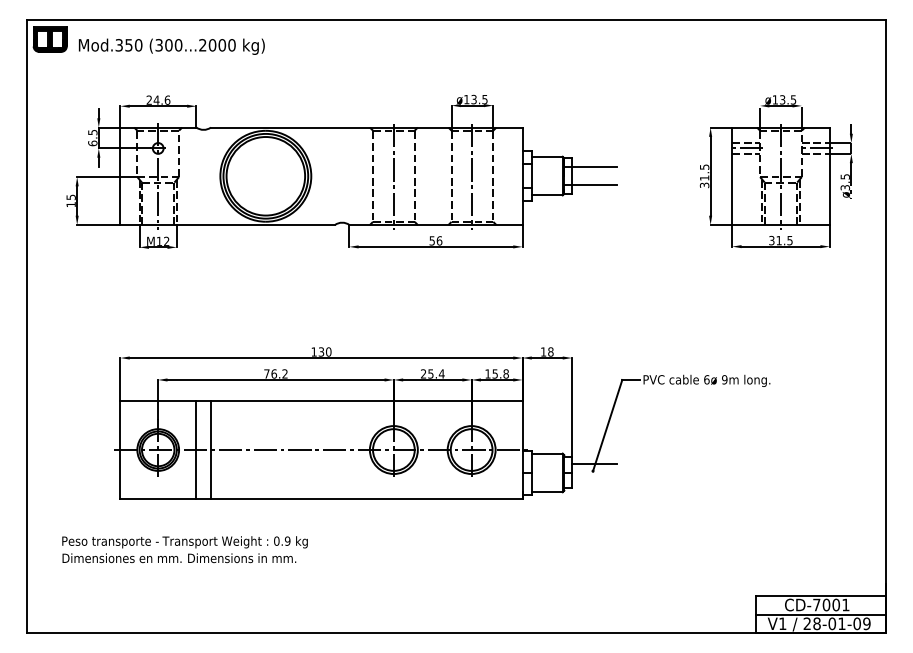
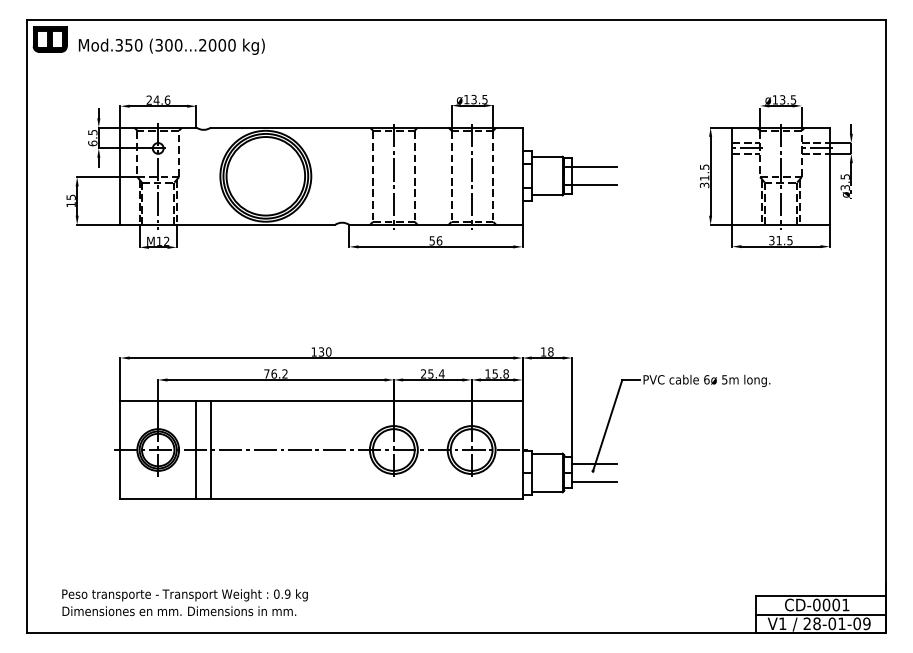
text at (724, 379): 9m -> 5m
line at (594, 482): none -> present
text at (184, 549) position: (184, 549) -> (184, 602)
text at (816, 604): CD-7001 -> CD-0001
